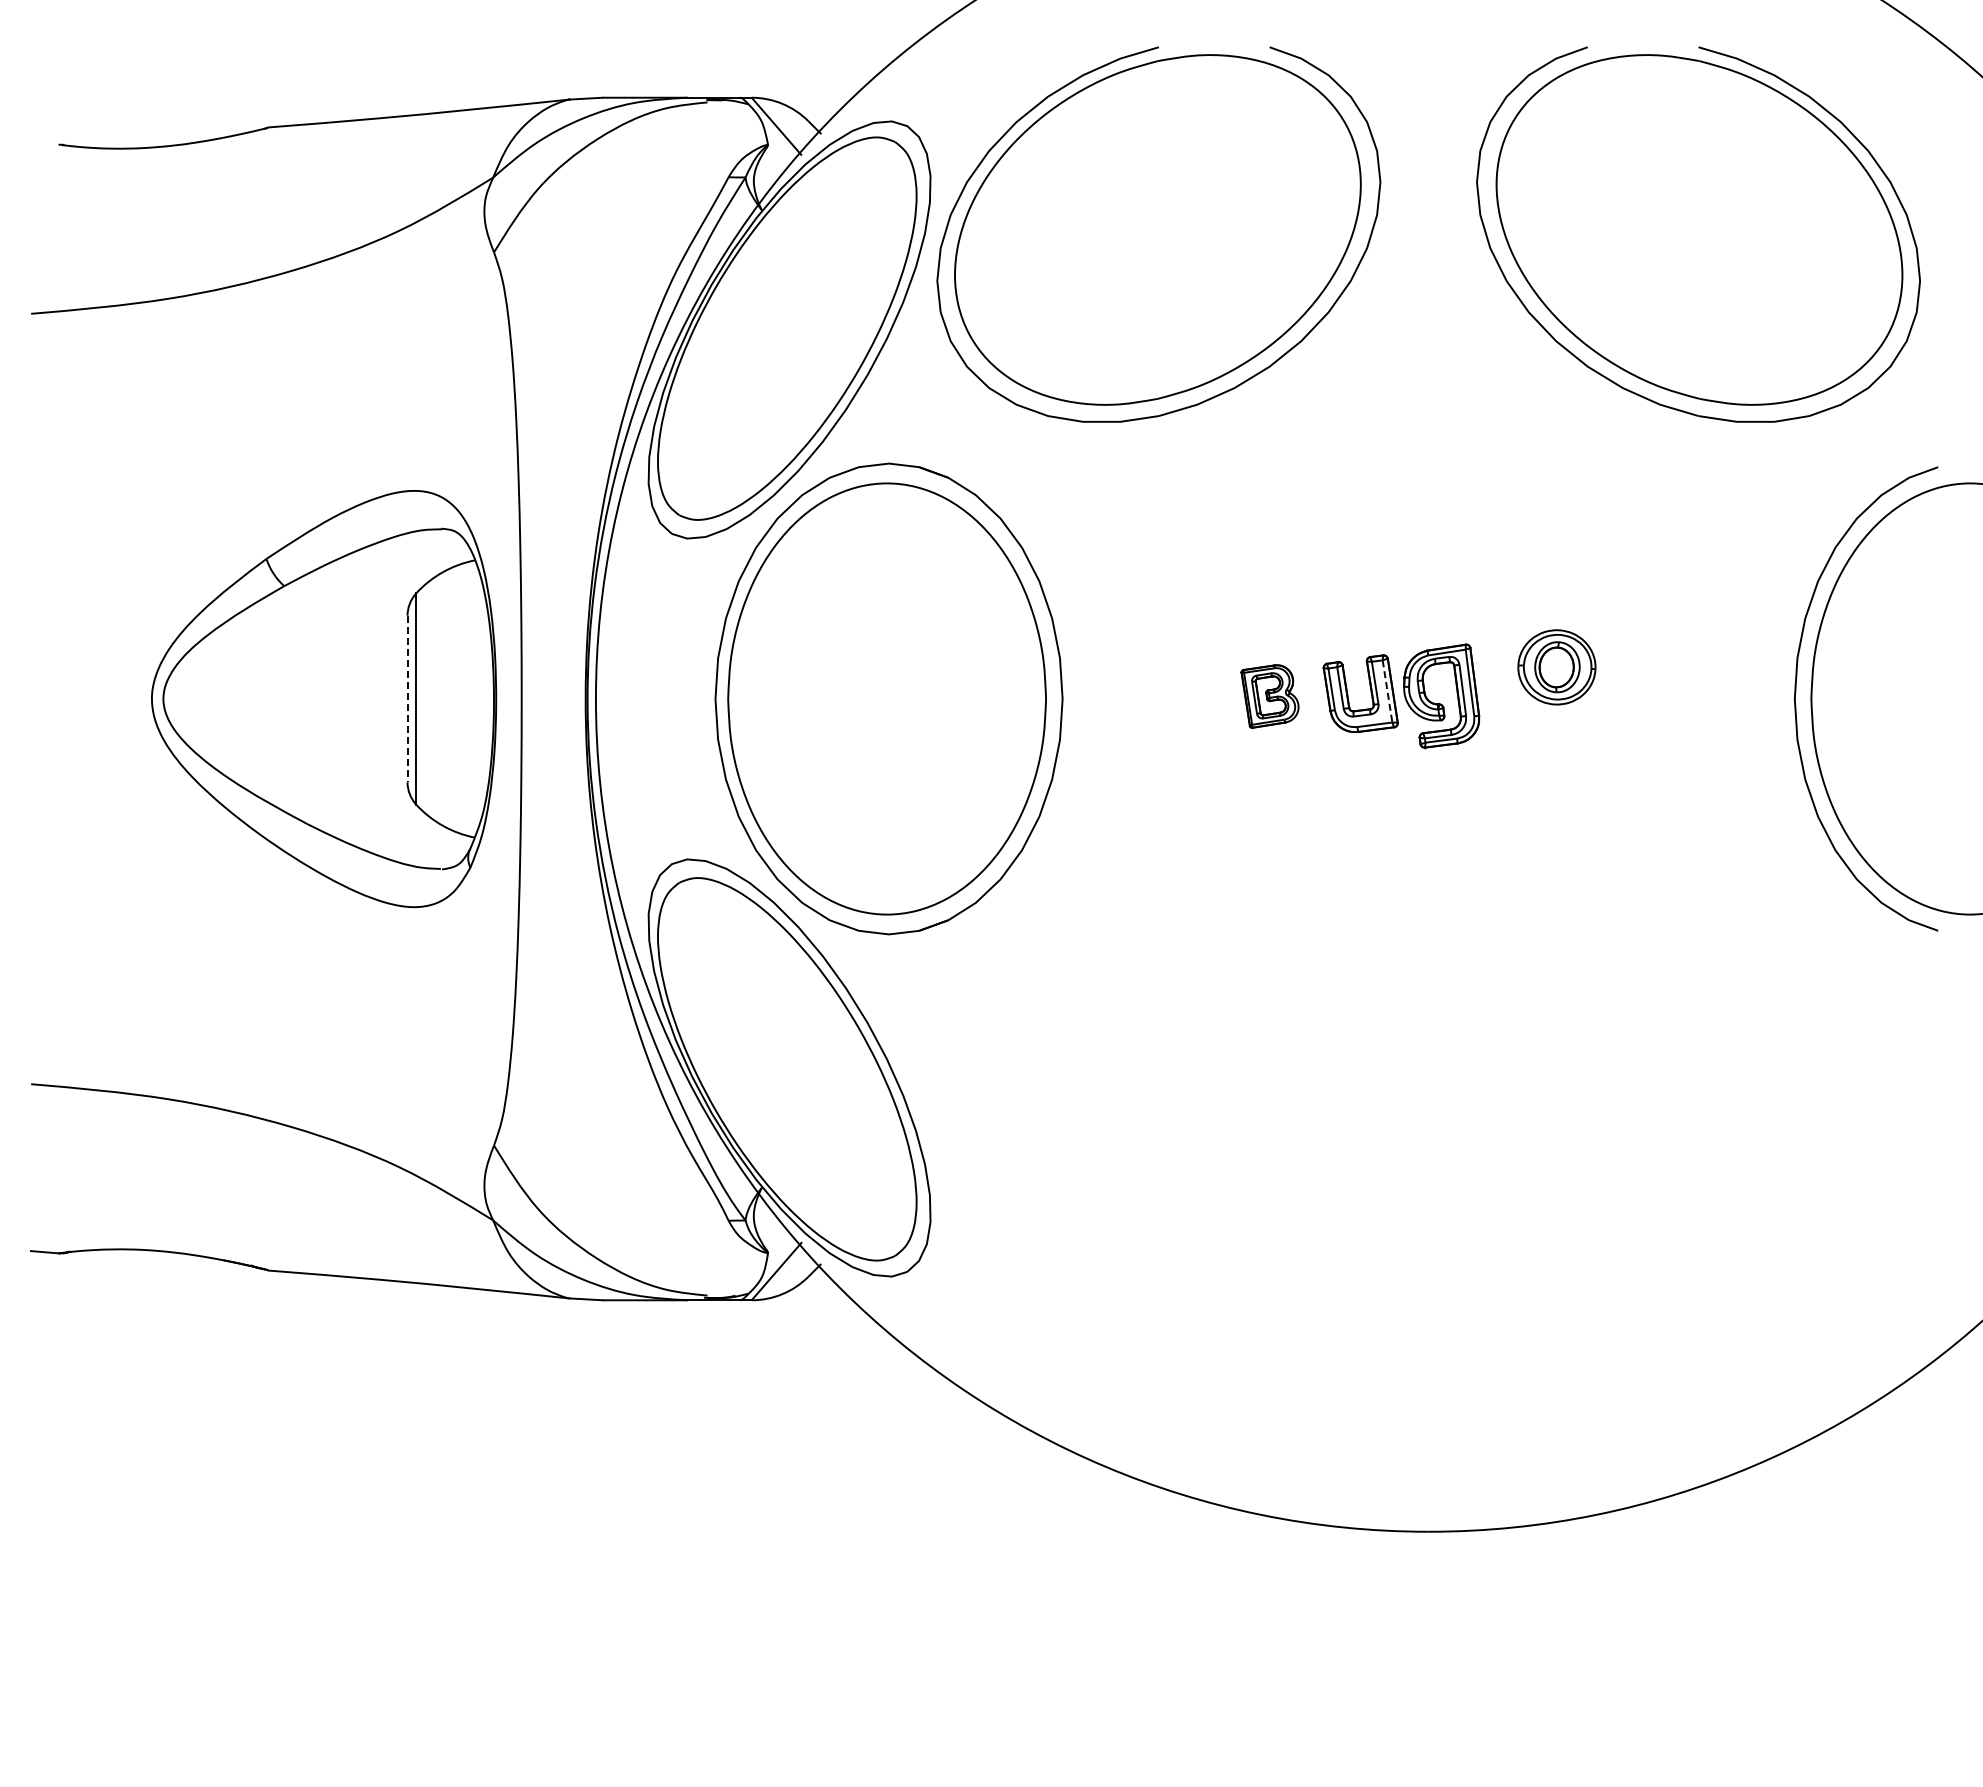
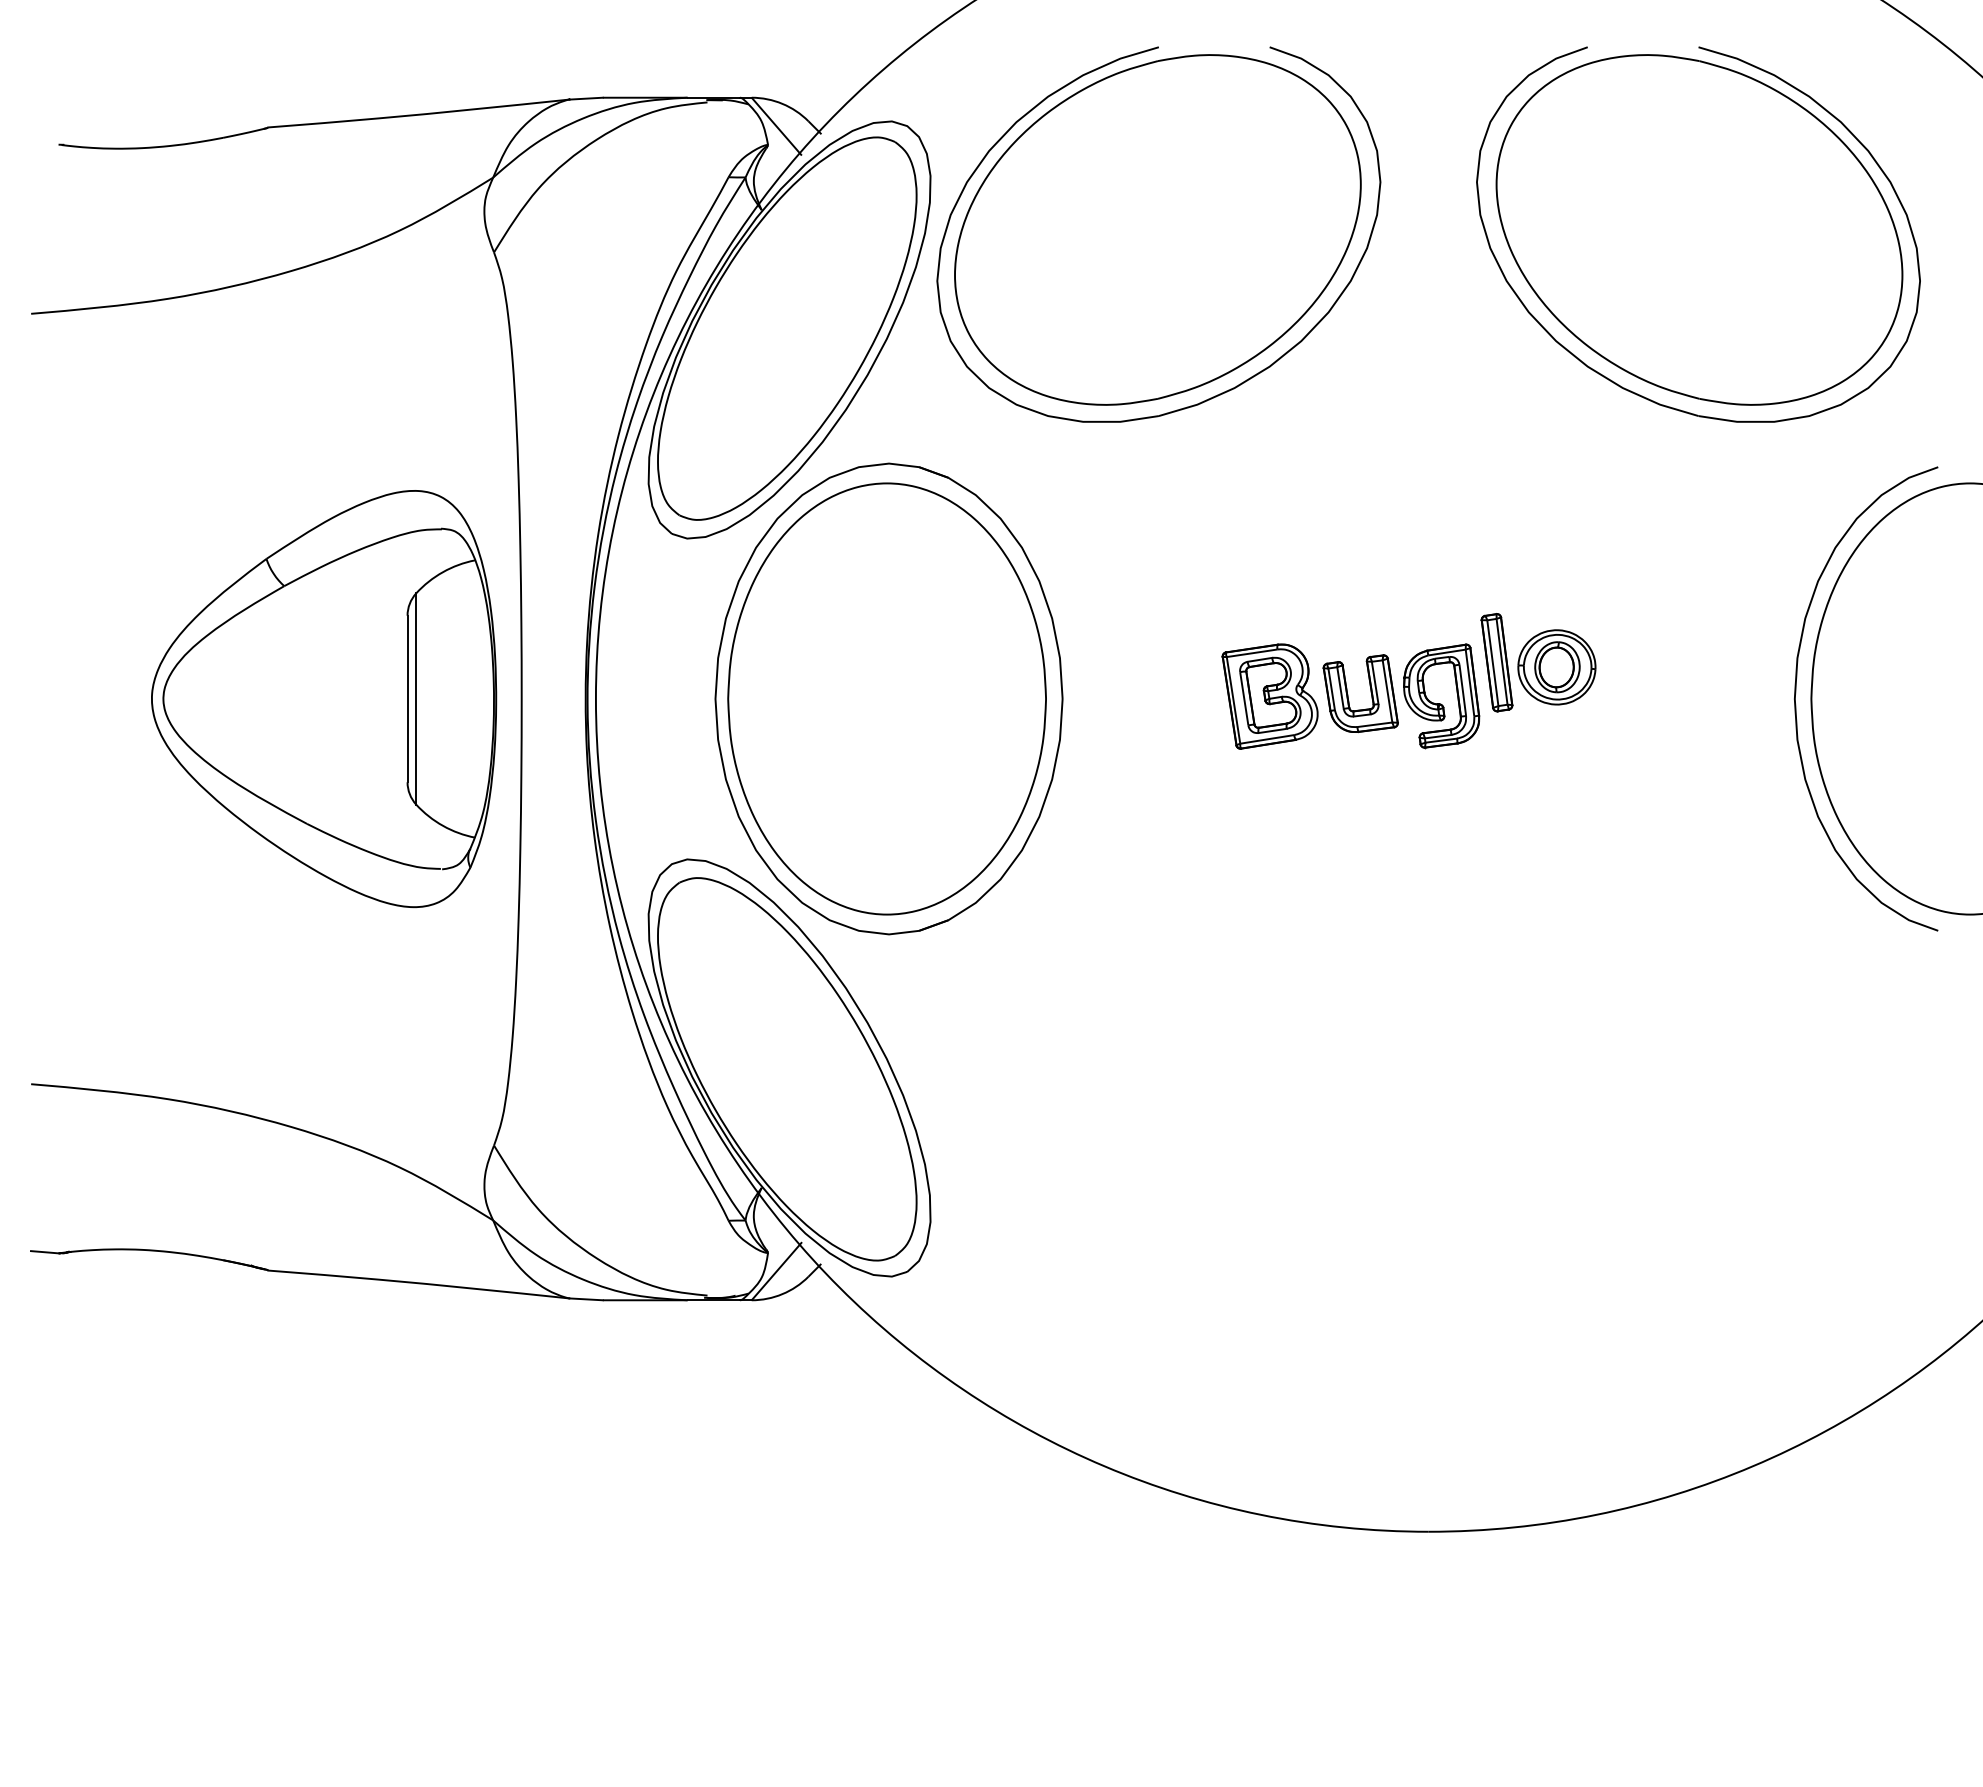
part at (1496, 662): none -> present
line at (1387, 691): dashed -> solid
part at (1269, 696) size: 60x65 px -> 98x107 px
line at (407, 699): dashed -> solid
